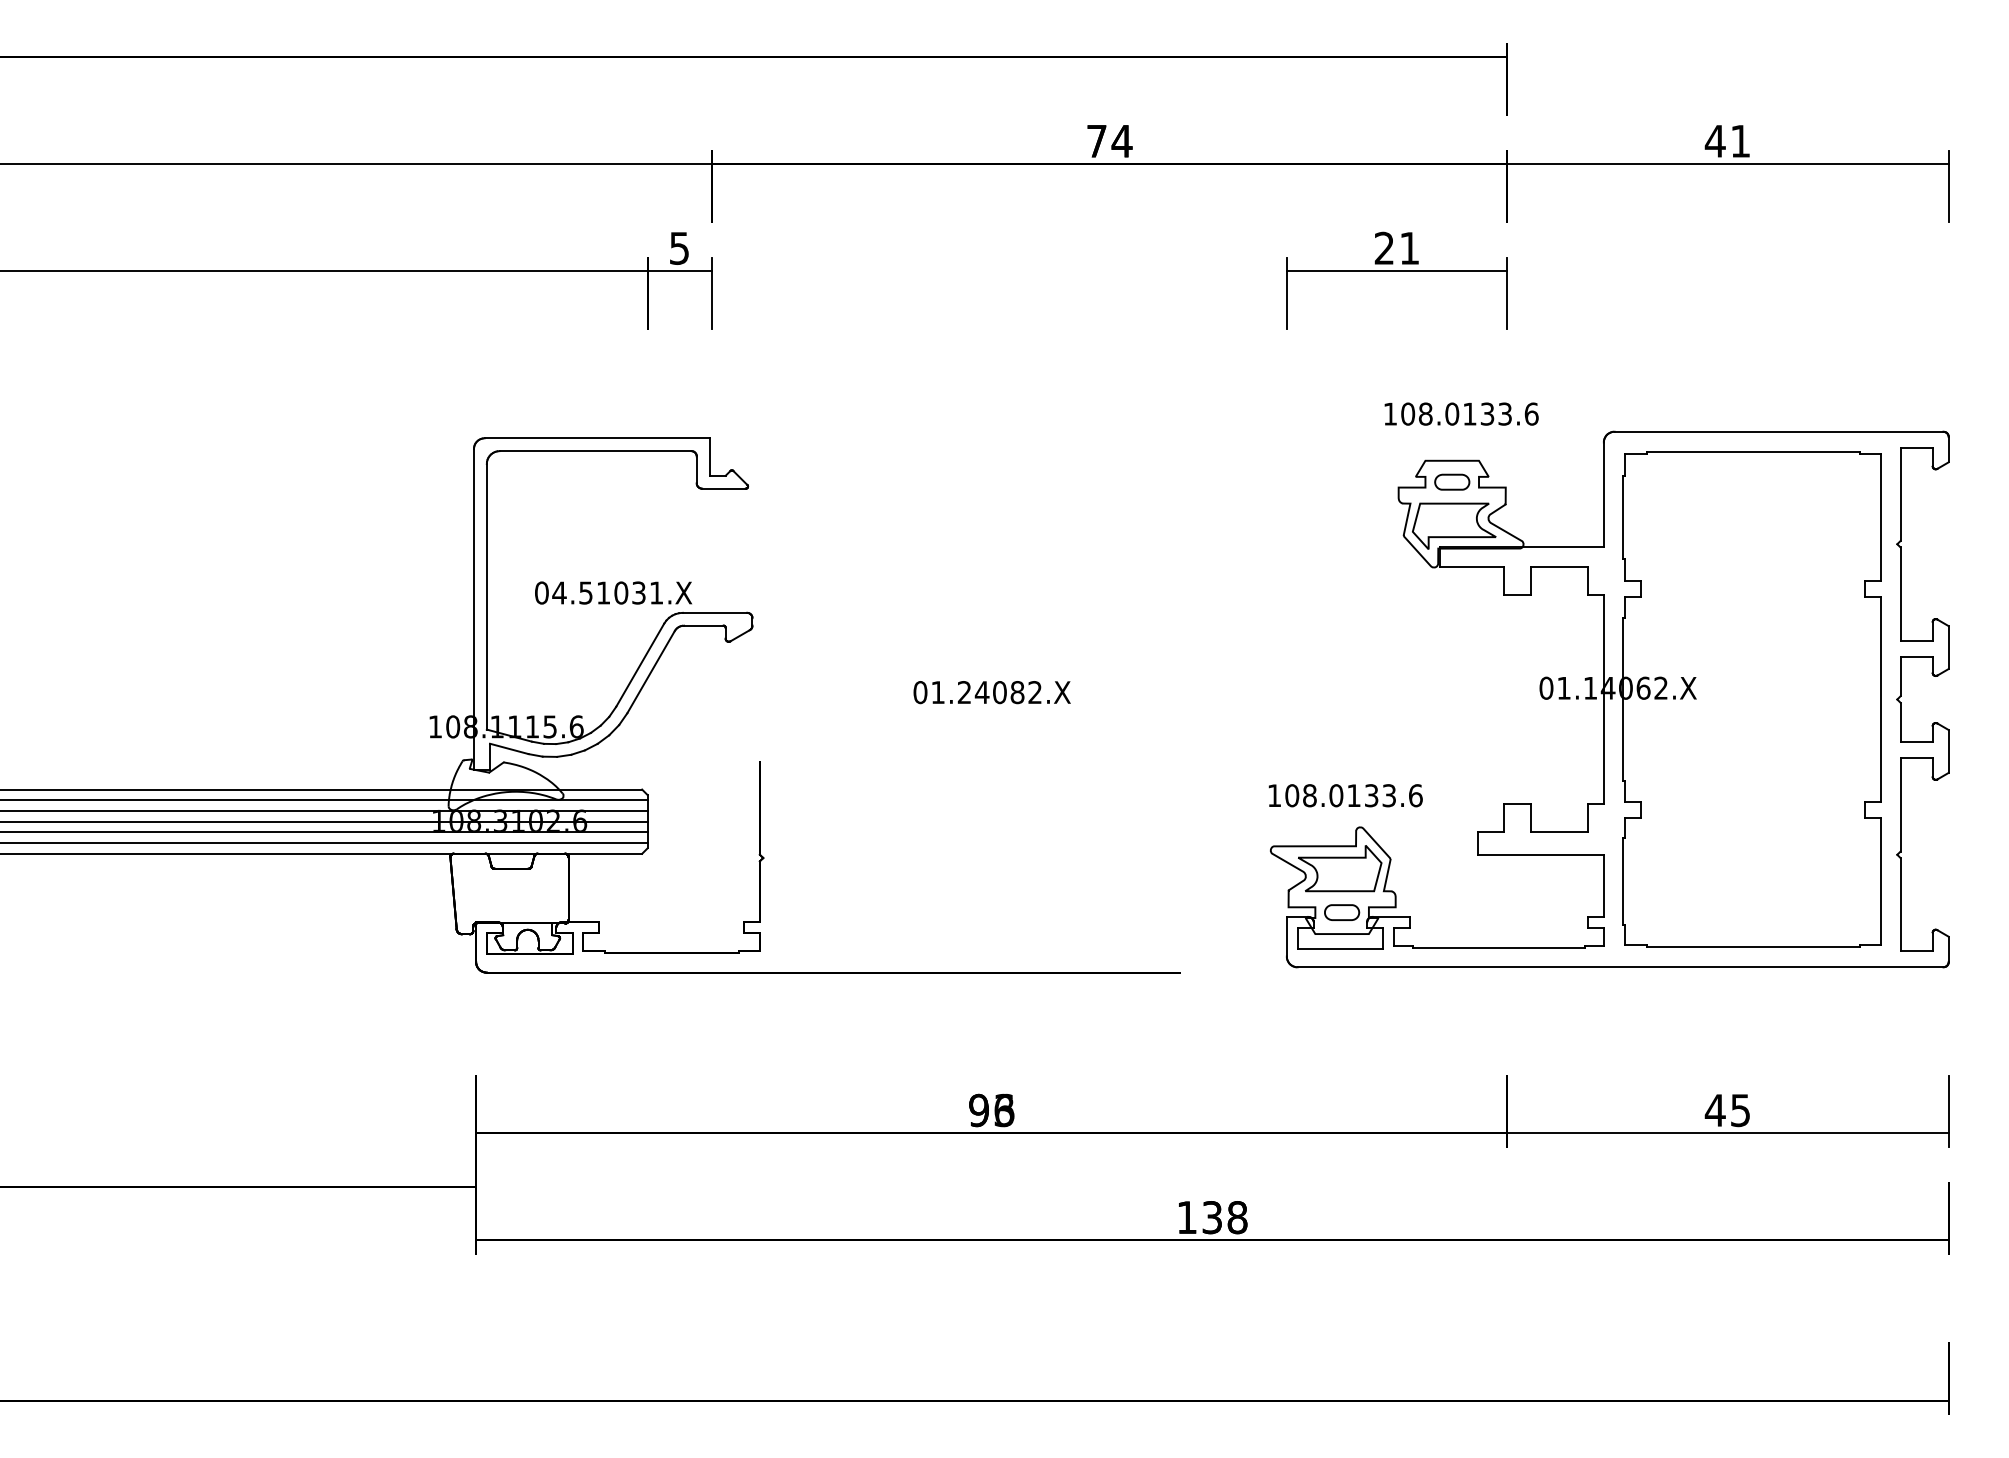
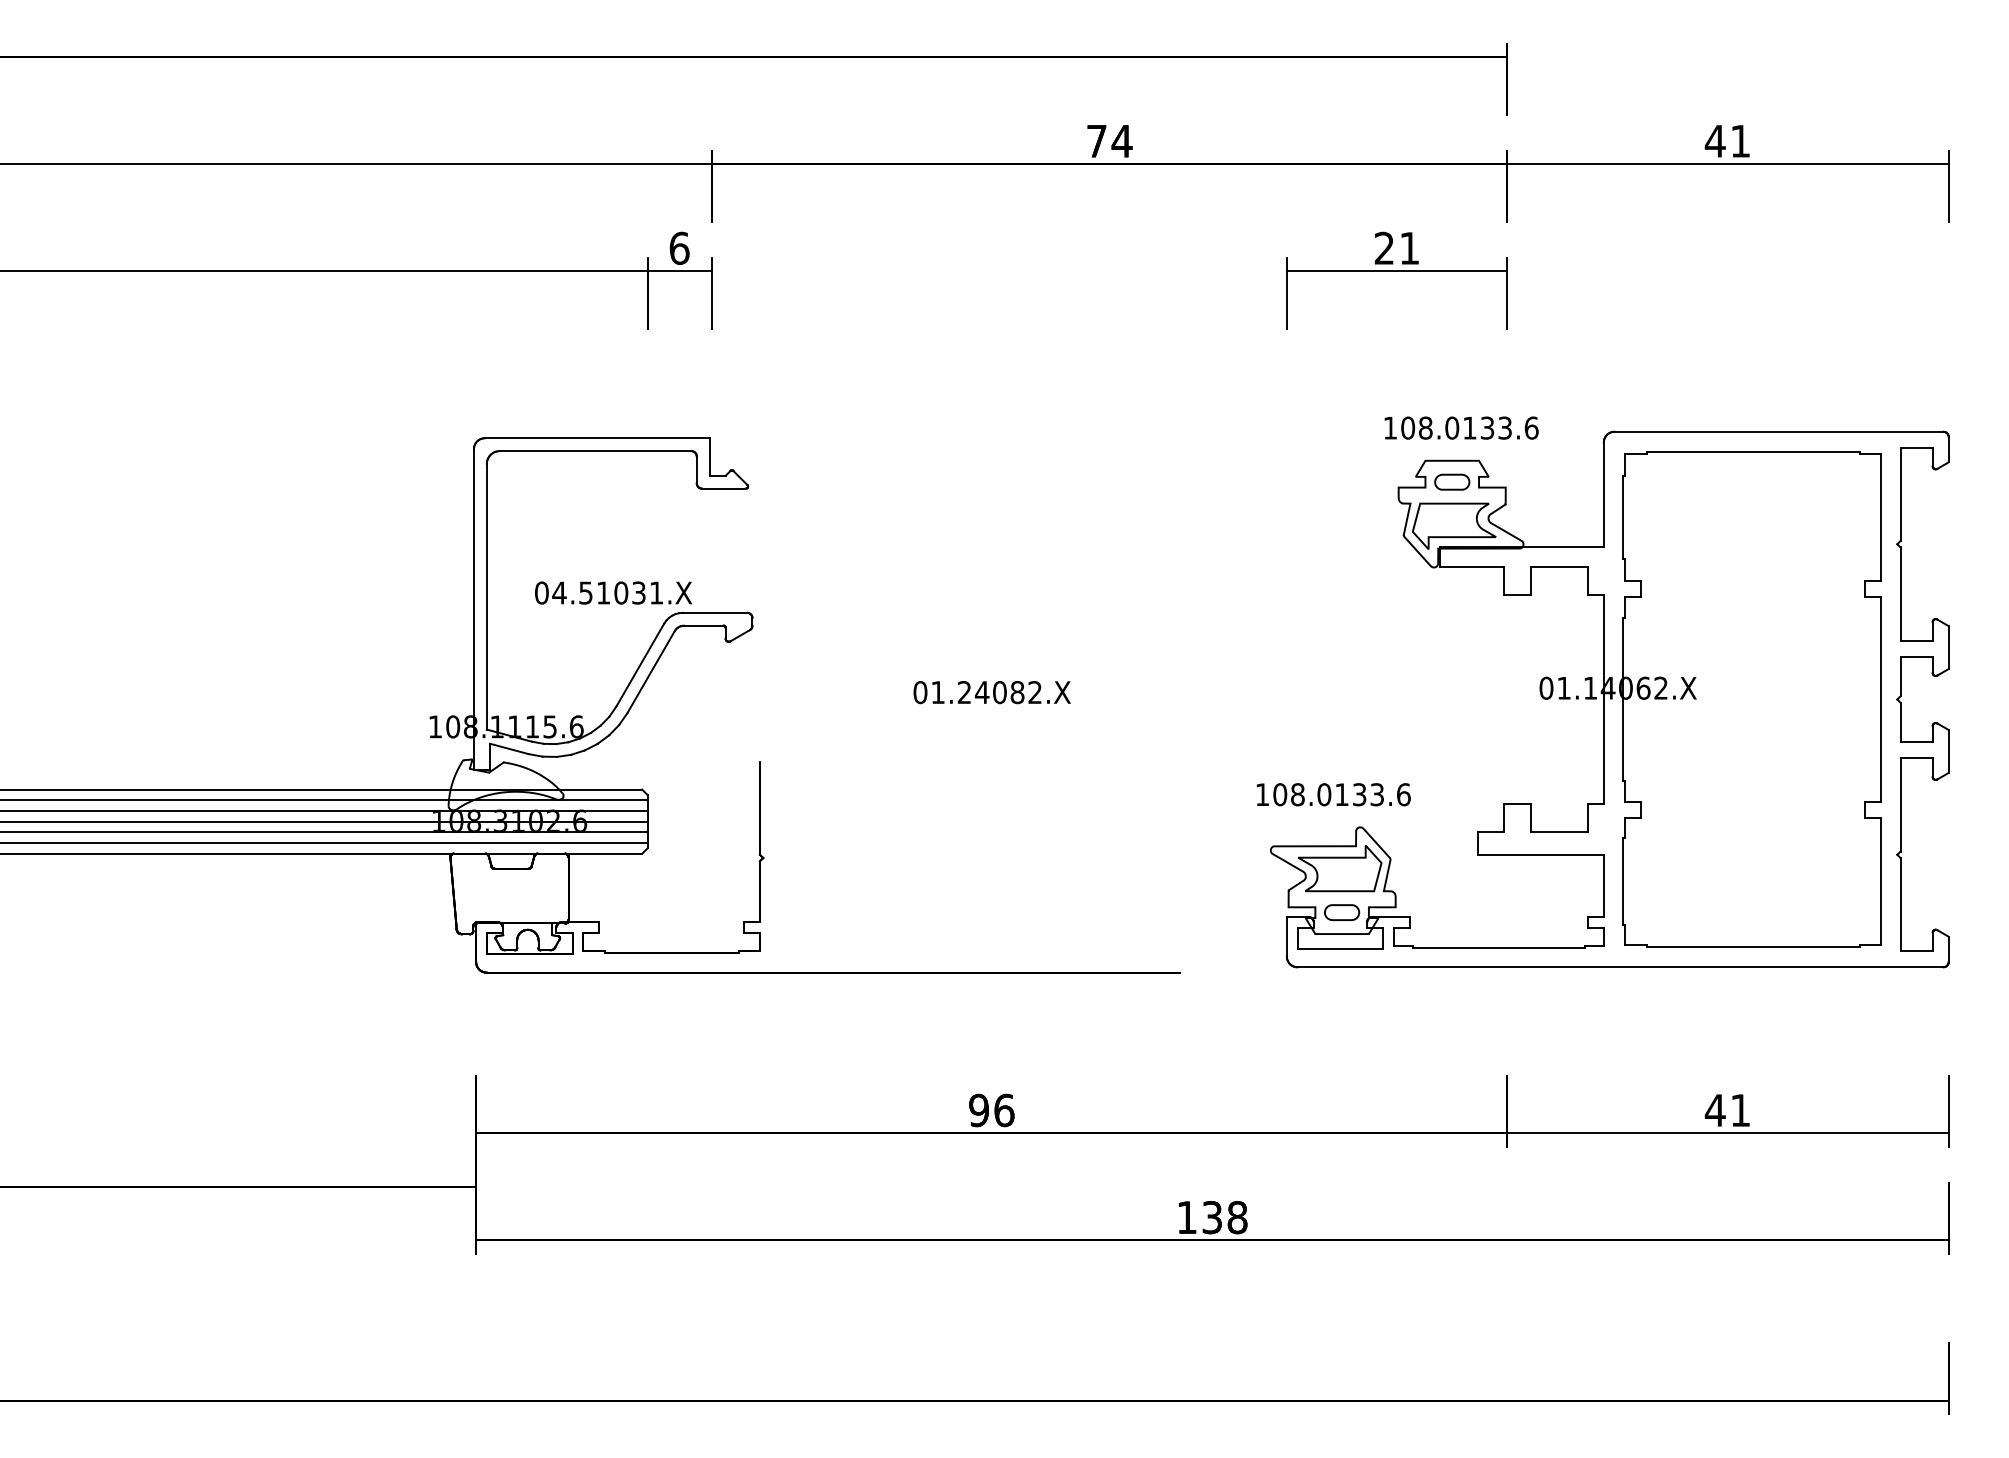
text at (679, 247): 5 -> 6
text at (1461, 413) position: (1461, 413) -> (1461, 427)
text at (1345, 795) position: (1345, 795) -> (1333, 794)
text at (1004, 1110): 93 -> 96
text at (1740, 1110): 45 -> 41
